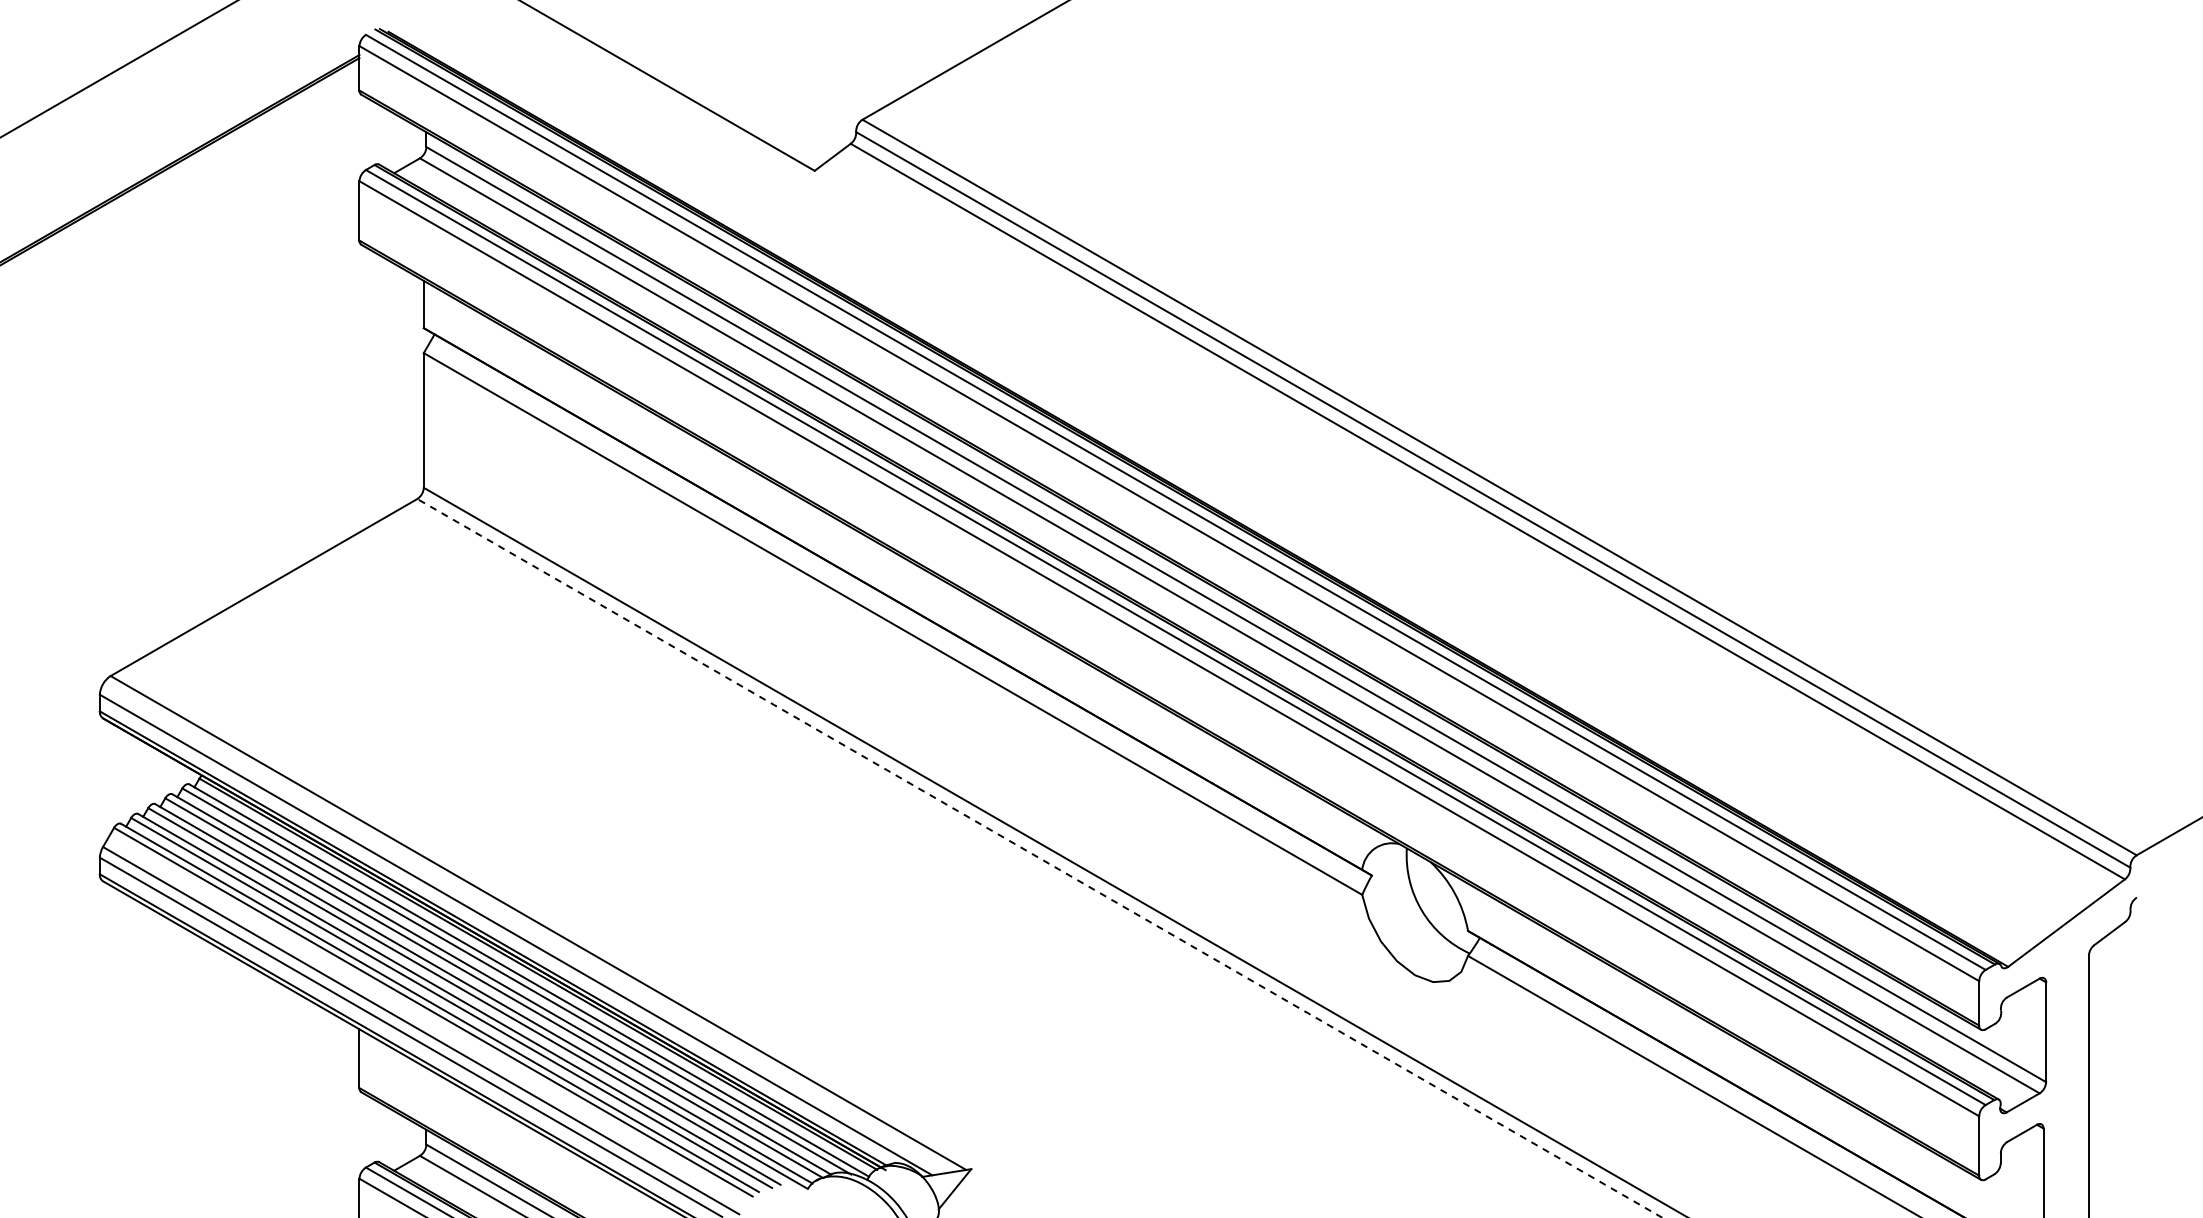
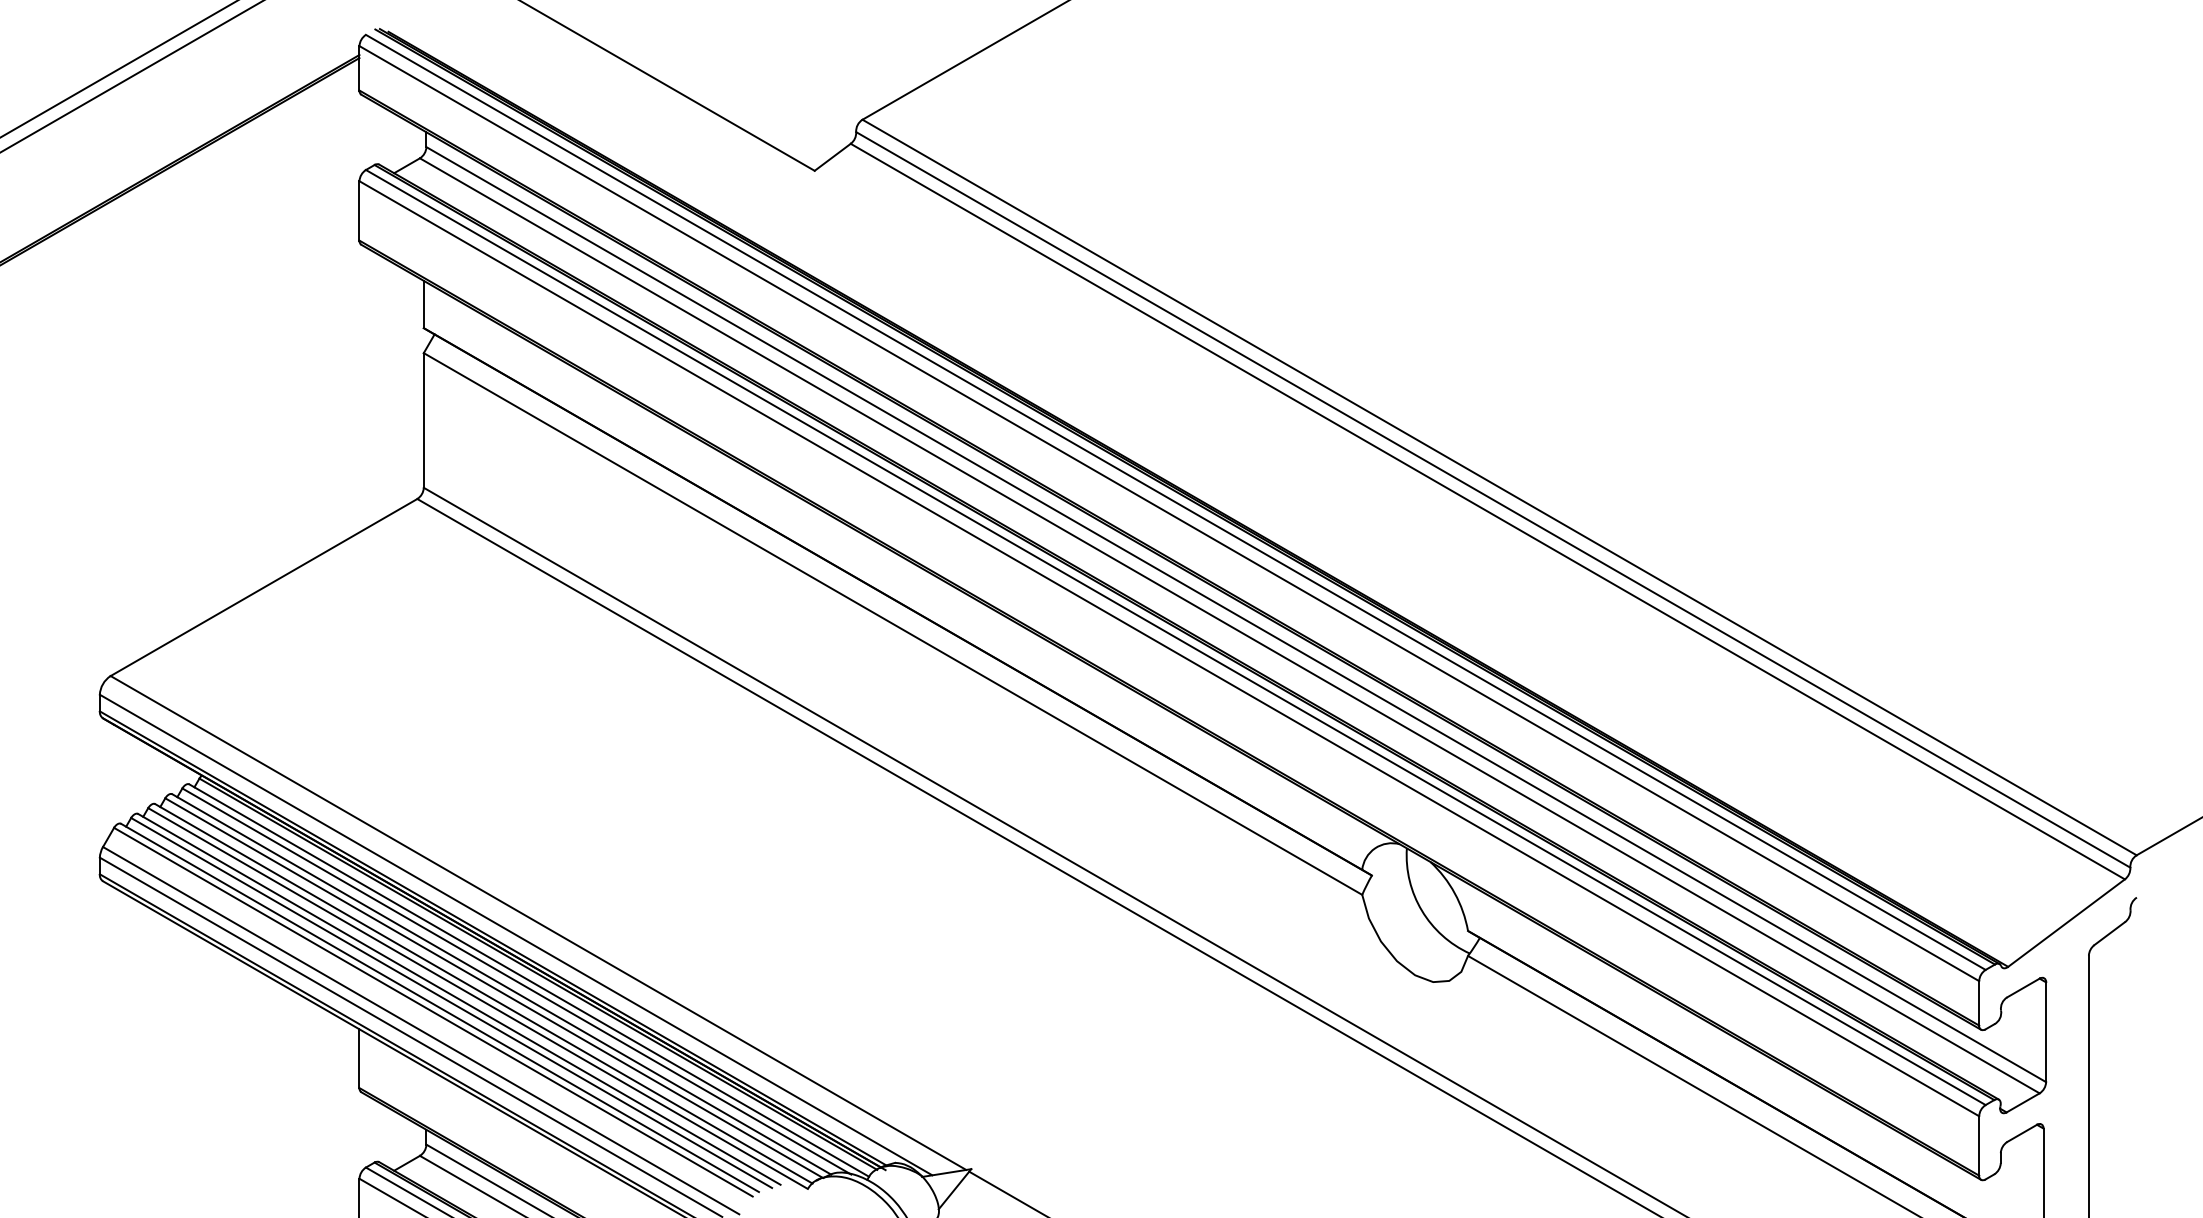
line at (131, 76): none -> present
line at (1039, 858): dashed -> solid
line at (1006, 1192): none -> present
